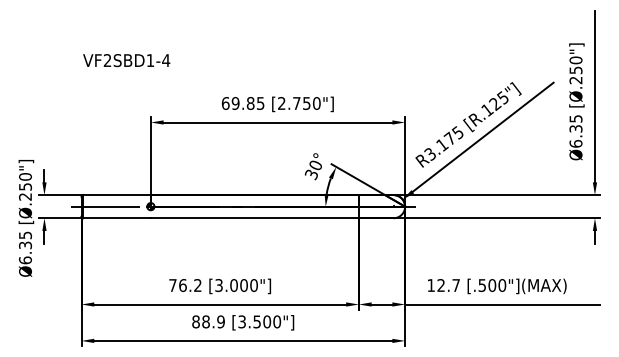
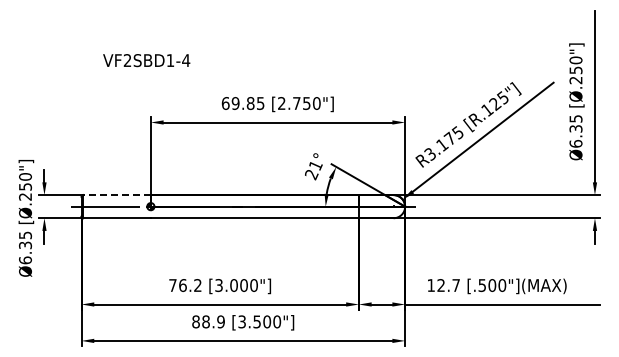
text at (126, 60) position: (126, 60) -> (146, 60)
text at (313, 170): 30° -> 21°
line at (117, 195): solid -> dashed
